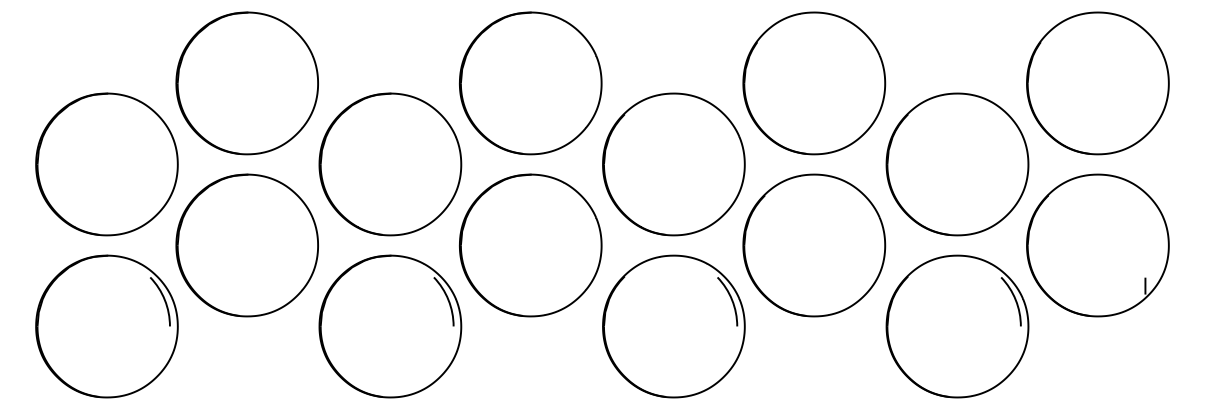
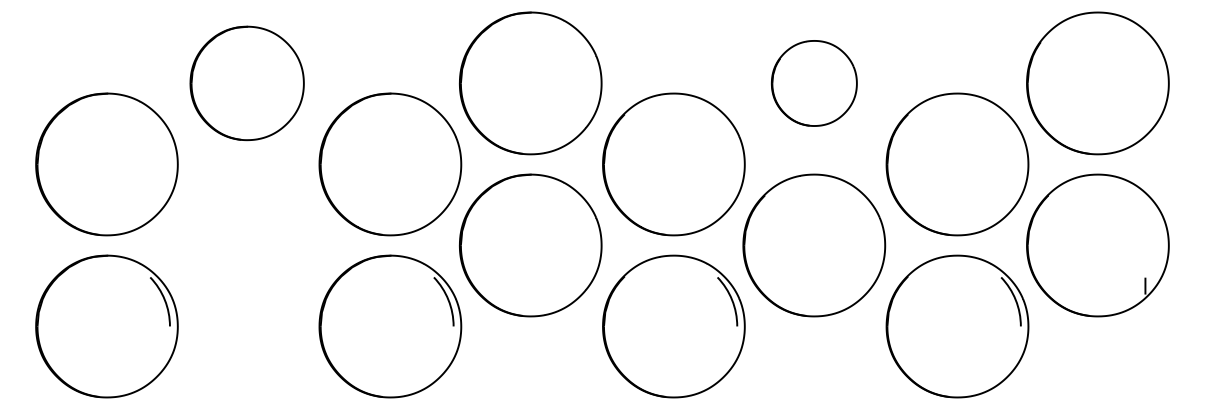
part at (246, 83) size: 144x145 px -> 116x117 px
part at (814, 83) size: 145x145 px -> 87x87 px
part at (246, 245): present -> none
